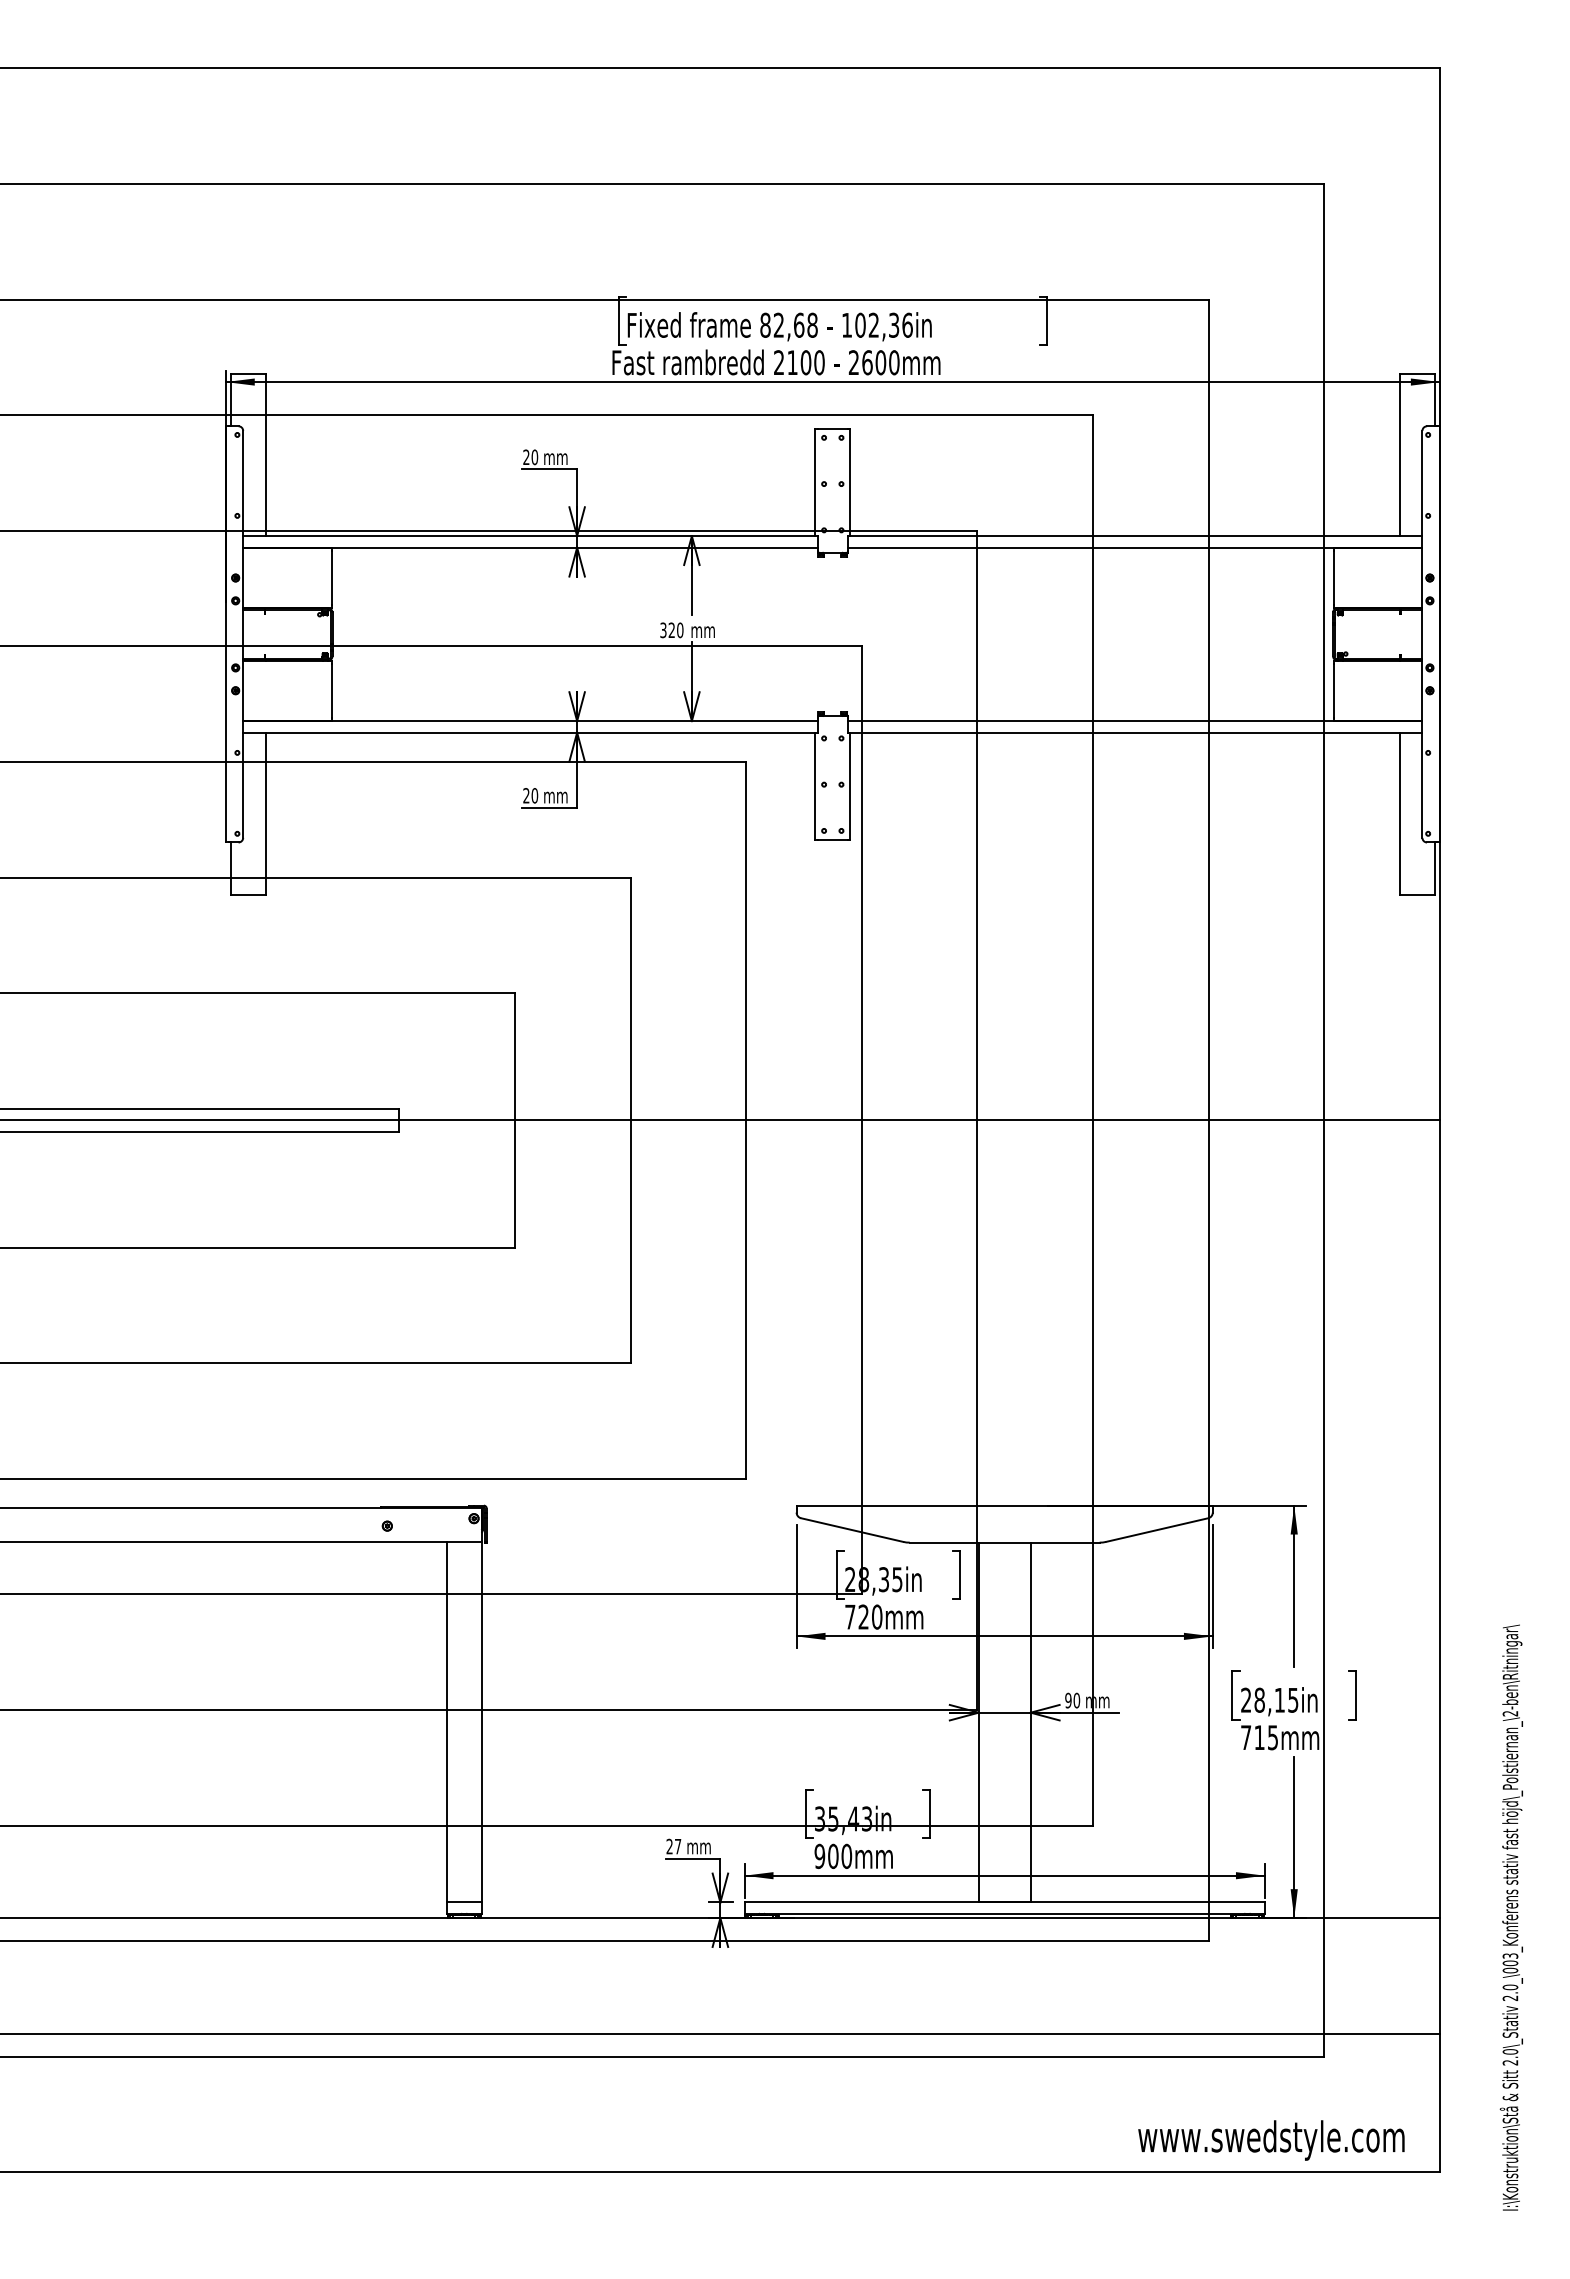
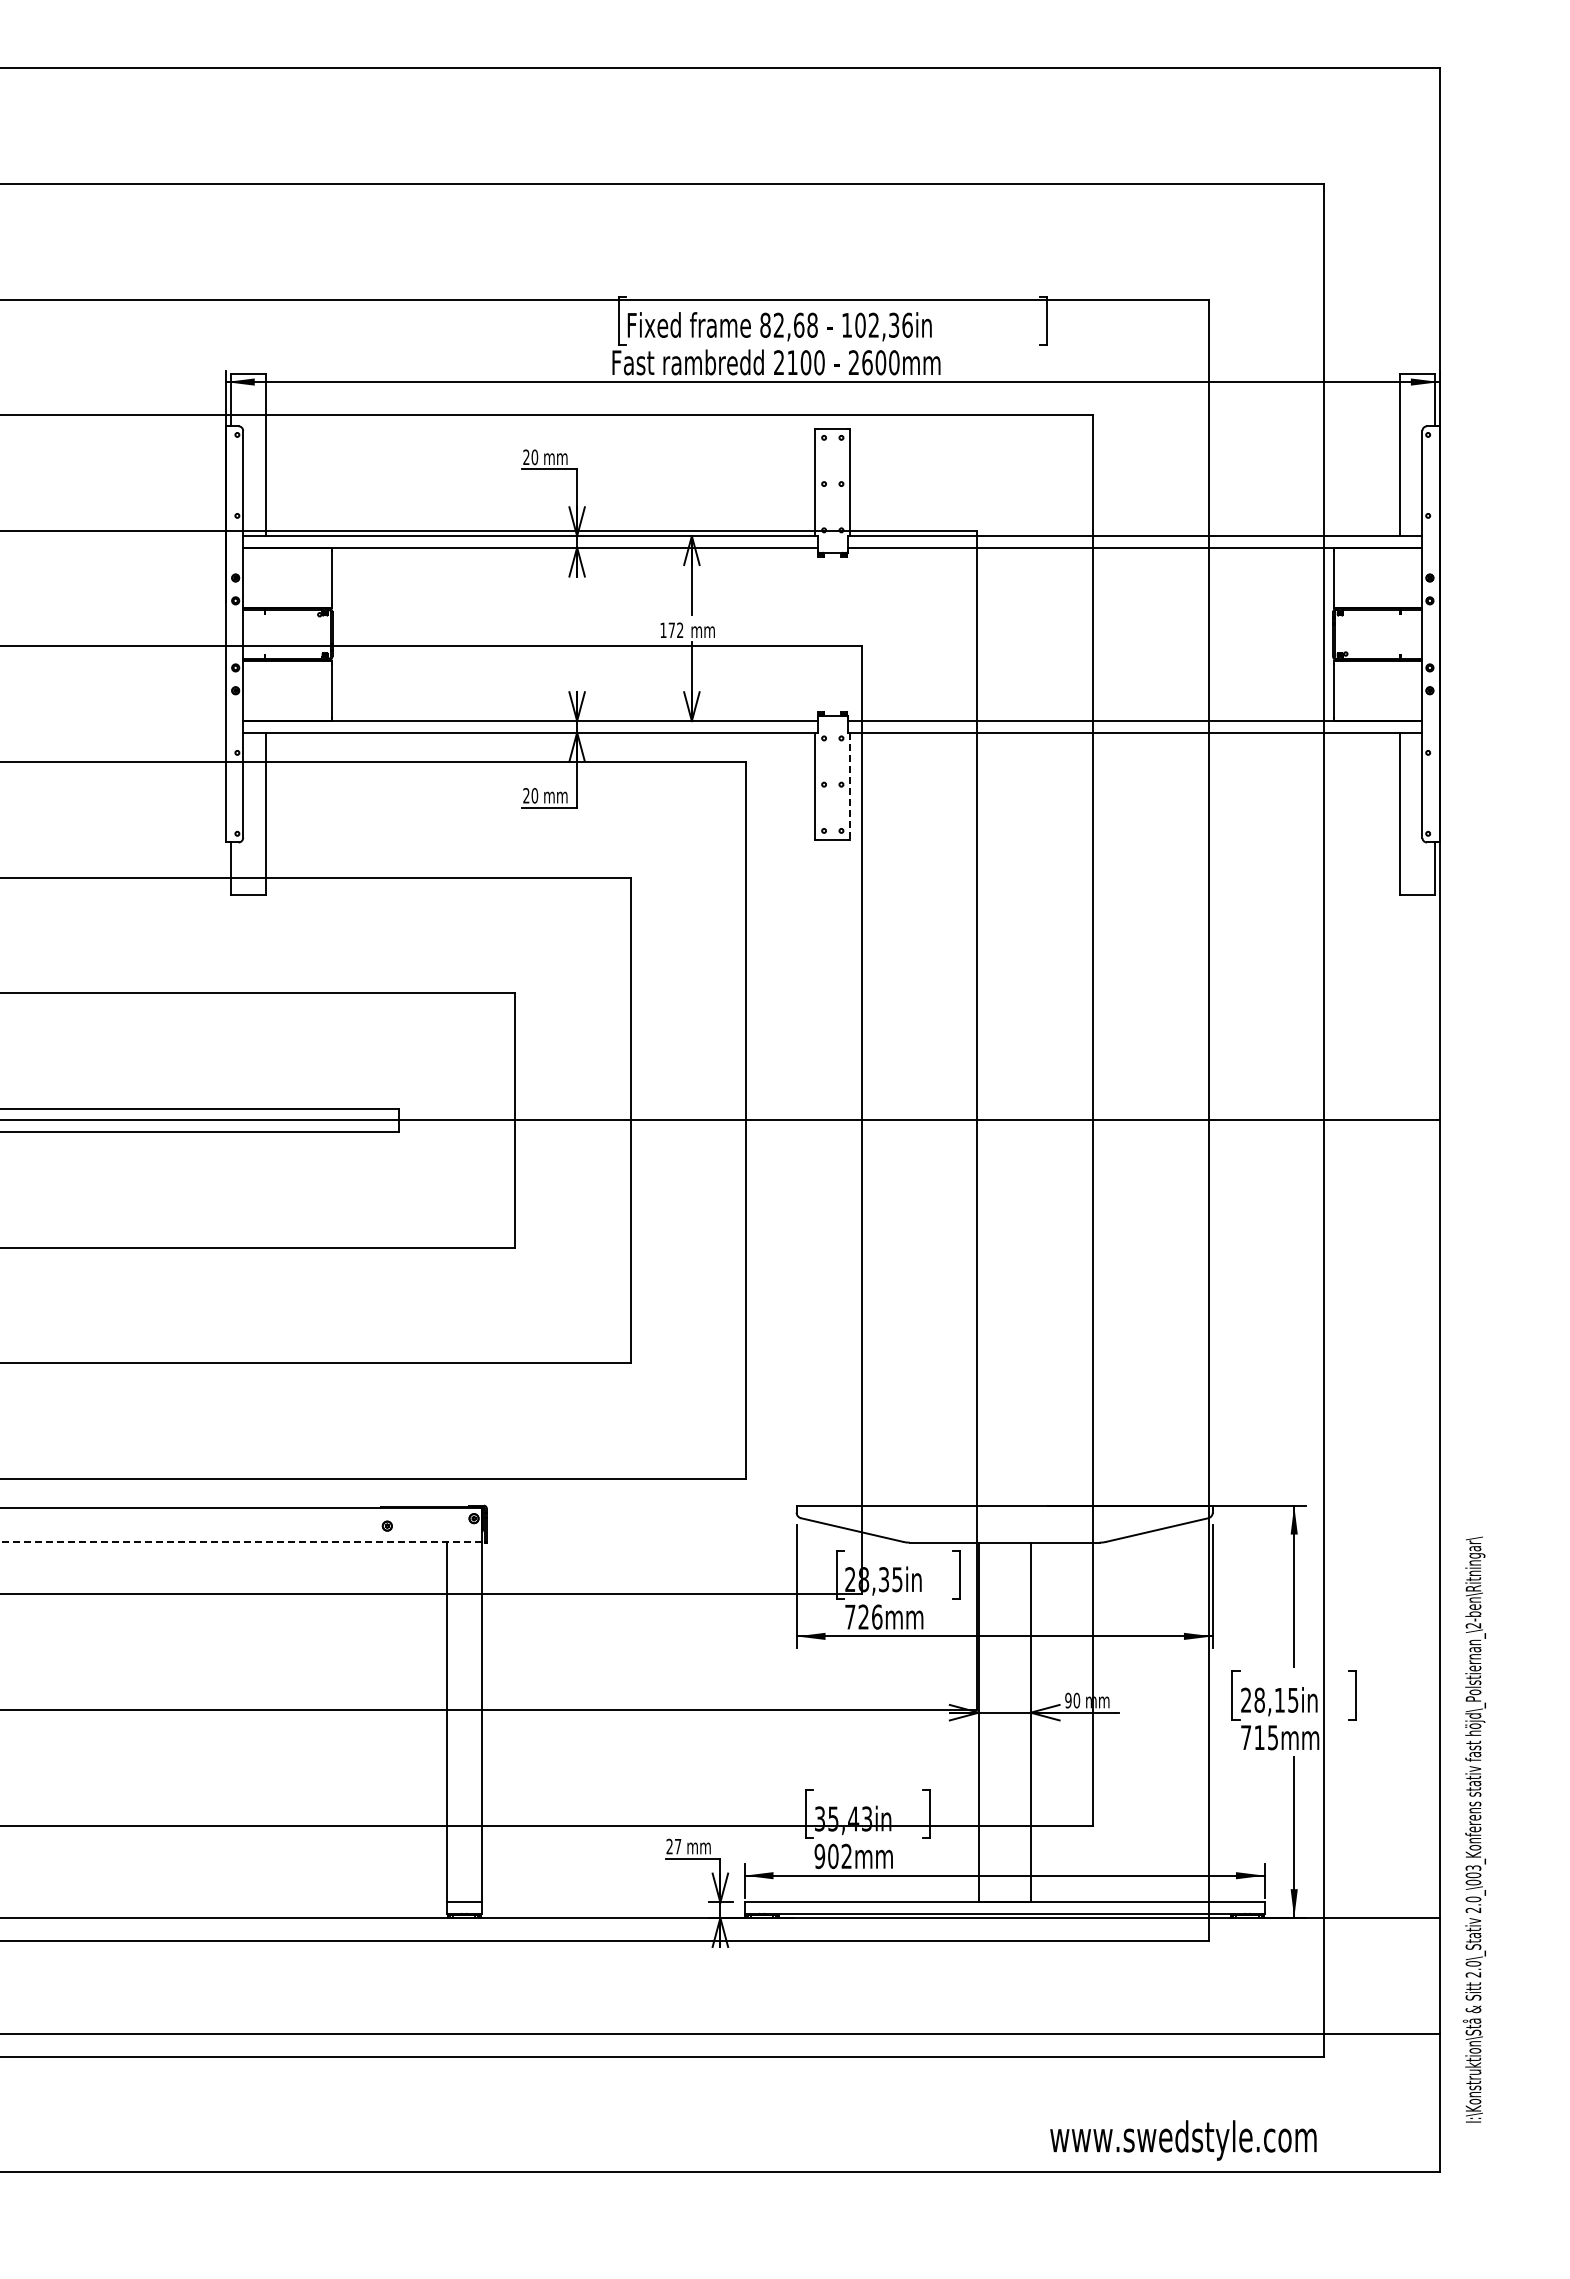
text at (671, 630): 320 -> 172
line at (850, 786): solid -> dashed
line at (240, 1542): solid -> dashed
text at (877, 1616): 720mm -> 726mm
text at (846, 1855): 900mm -> 902mm
text at (1510, 1917) position: (1510, 1917) -> (1473, 1829)
text at (1271, 2140) position: (1271, 2140) -> (1183, 2140)
